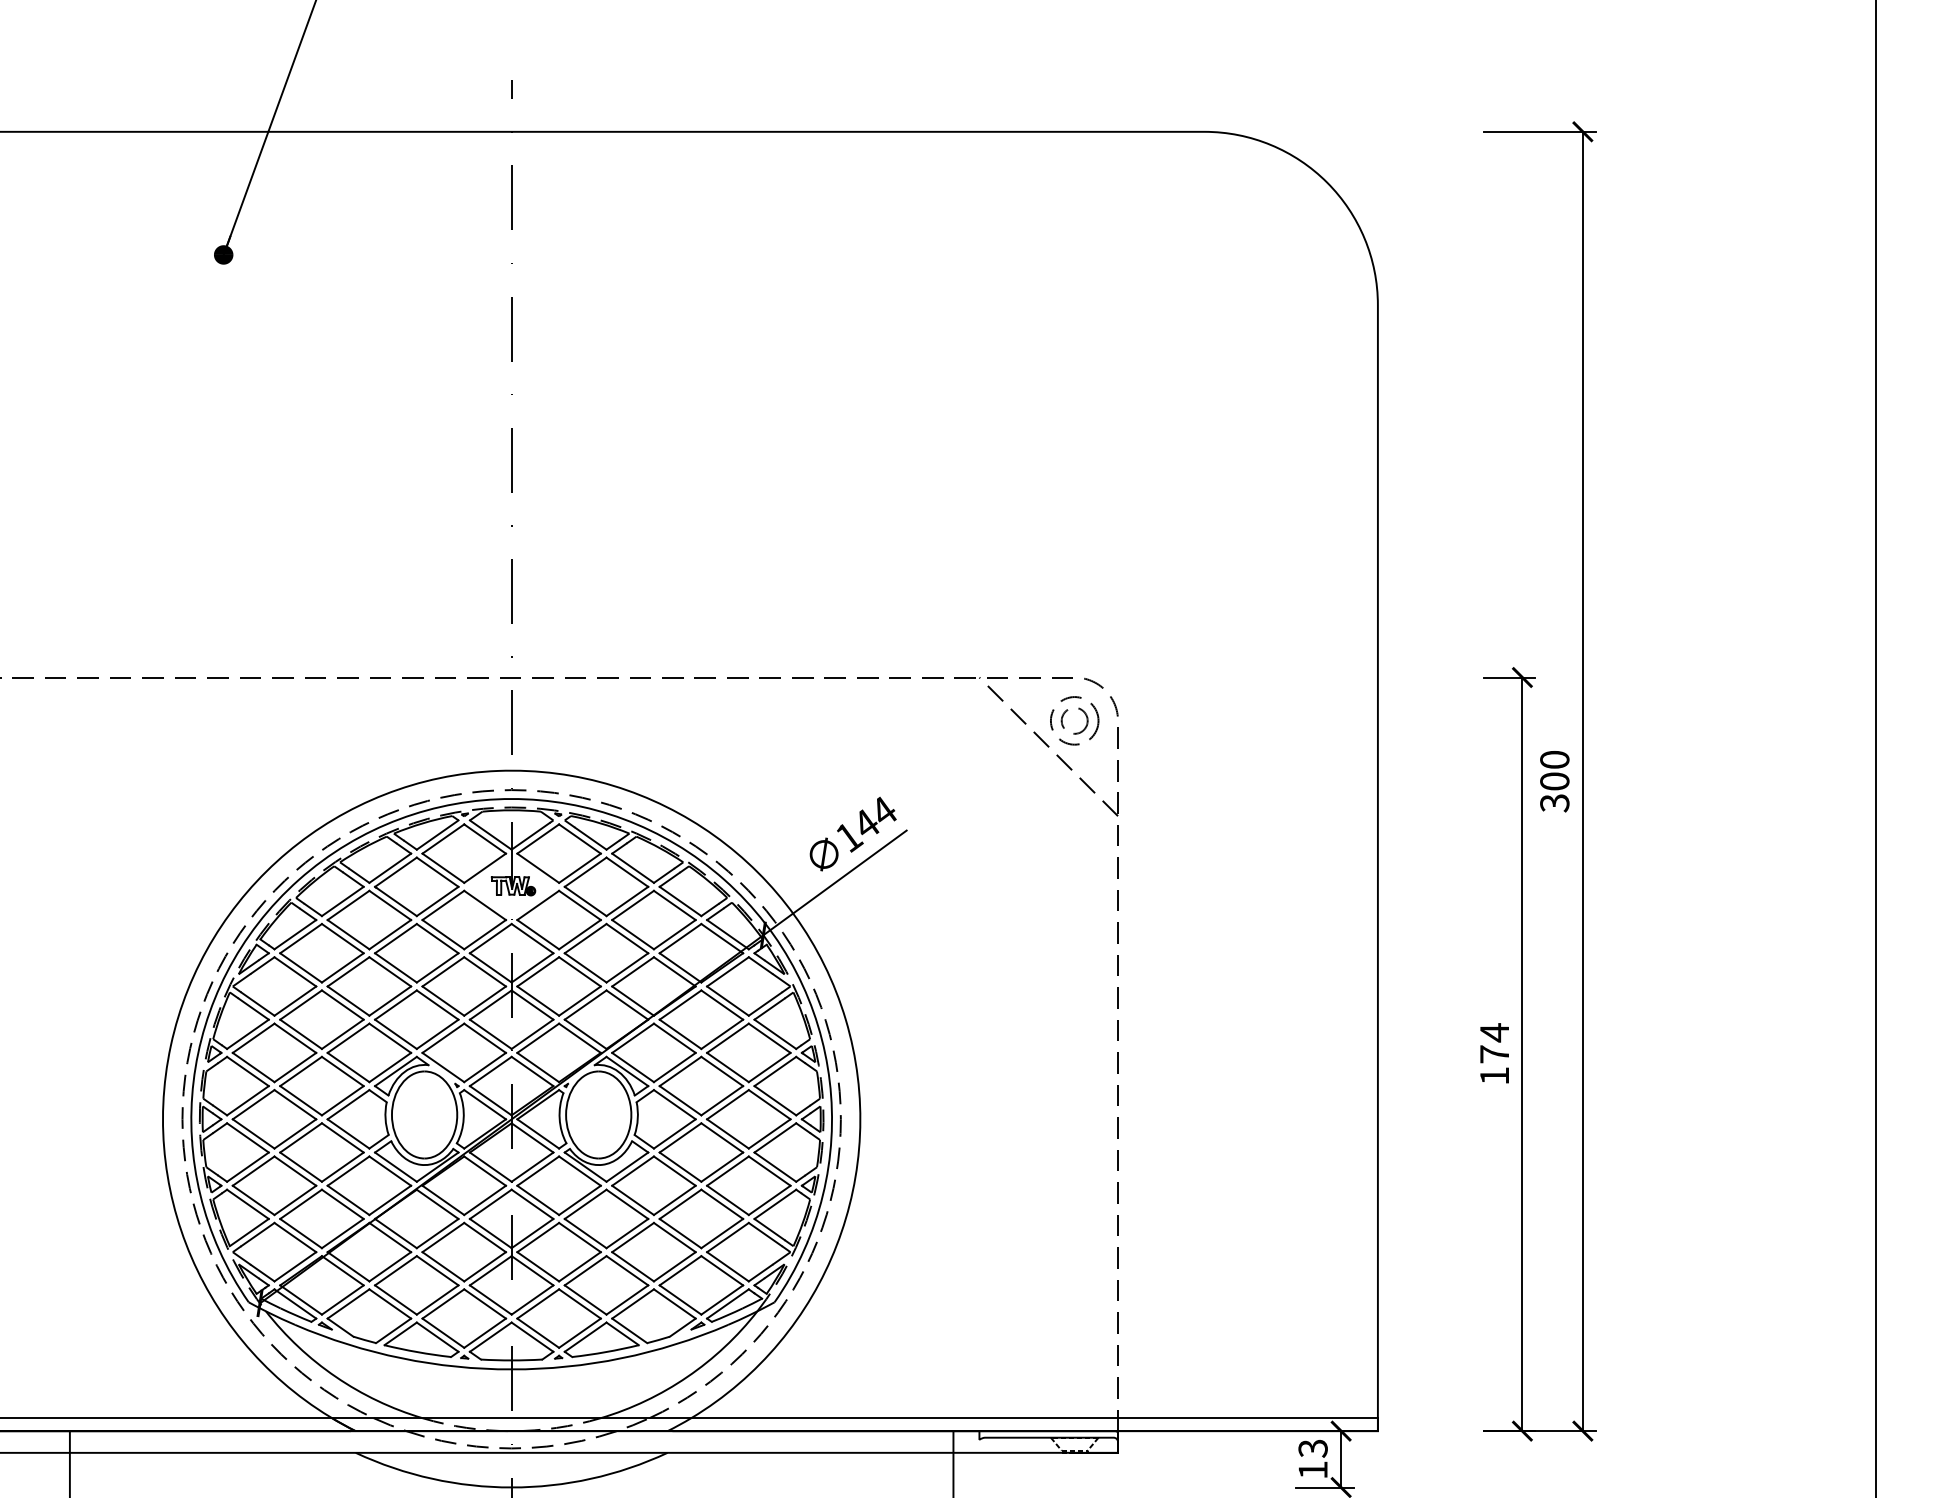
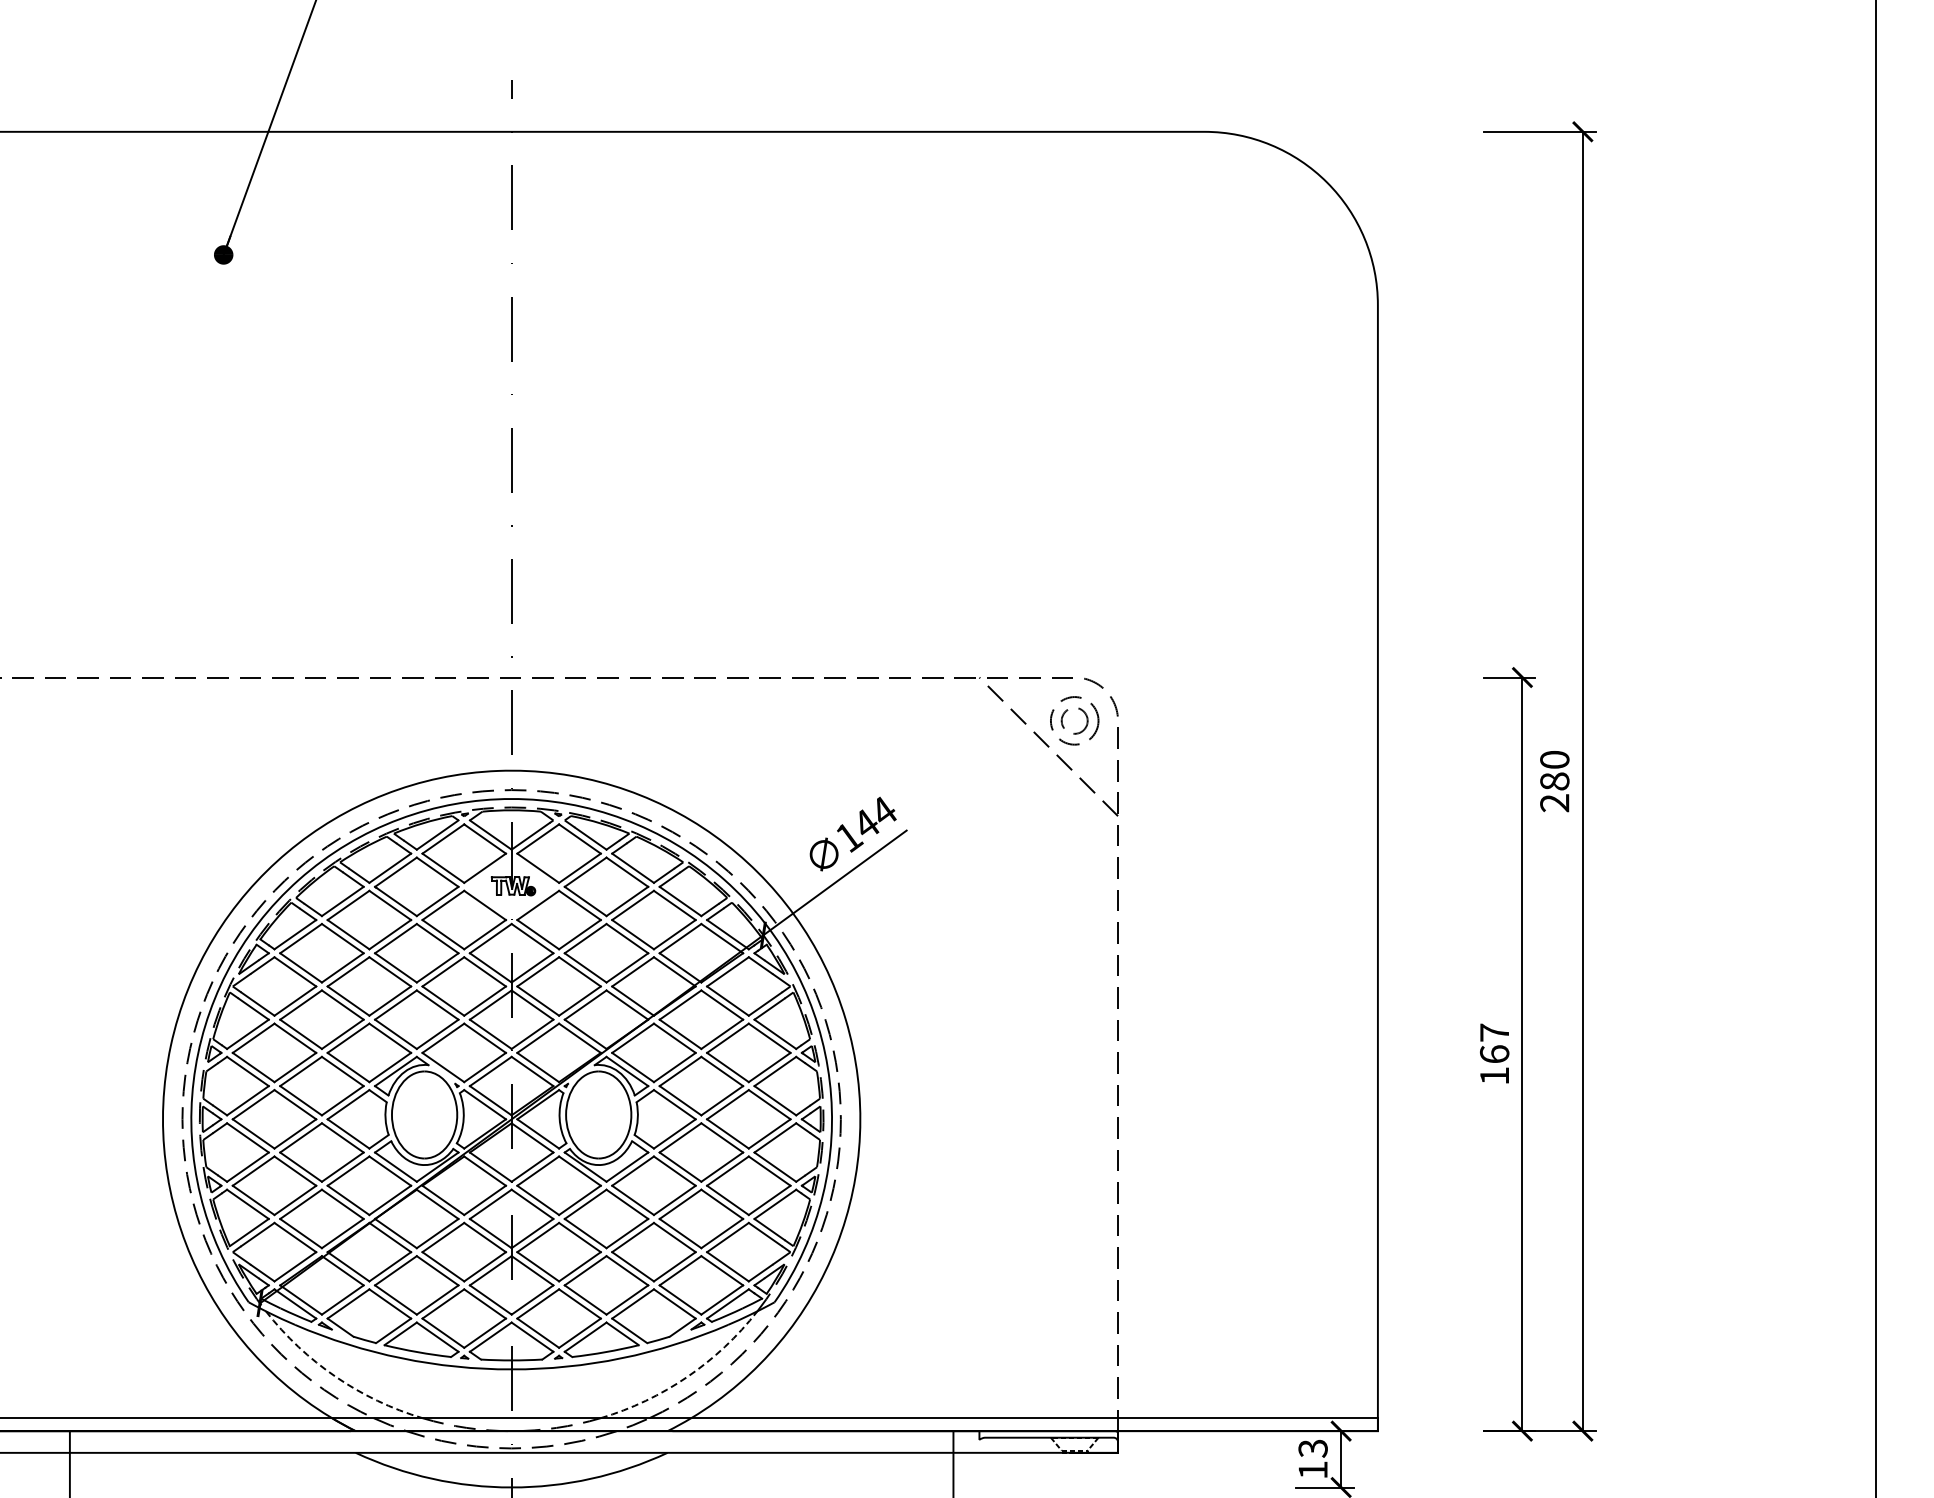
text at (1554, 792): 300 -> 280
text at (1494, 1043): 174 -> 167
arc at (335, 1376): solid -> dashed
arc at (687, 1376): solid -> dashed
